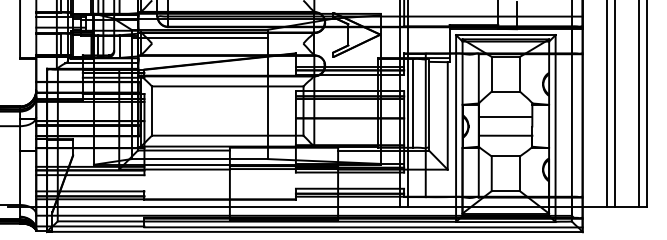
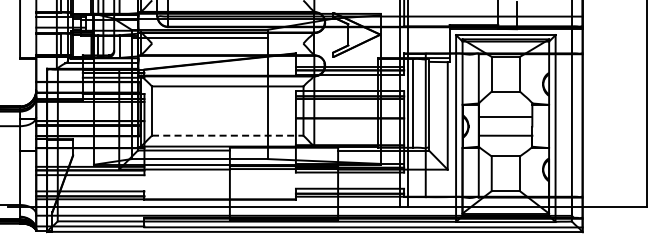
line at (606, 104): present -> none
line at (615, 104): present -> none
line at (638, 104): present -> none
line at (227, 135): solid -> dashed
